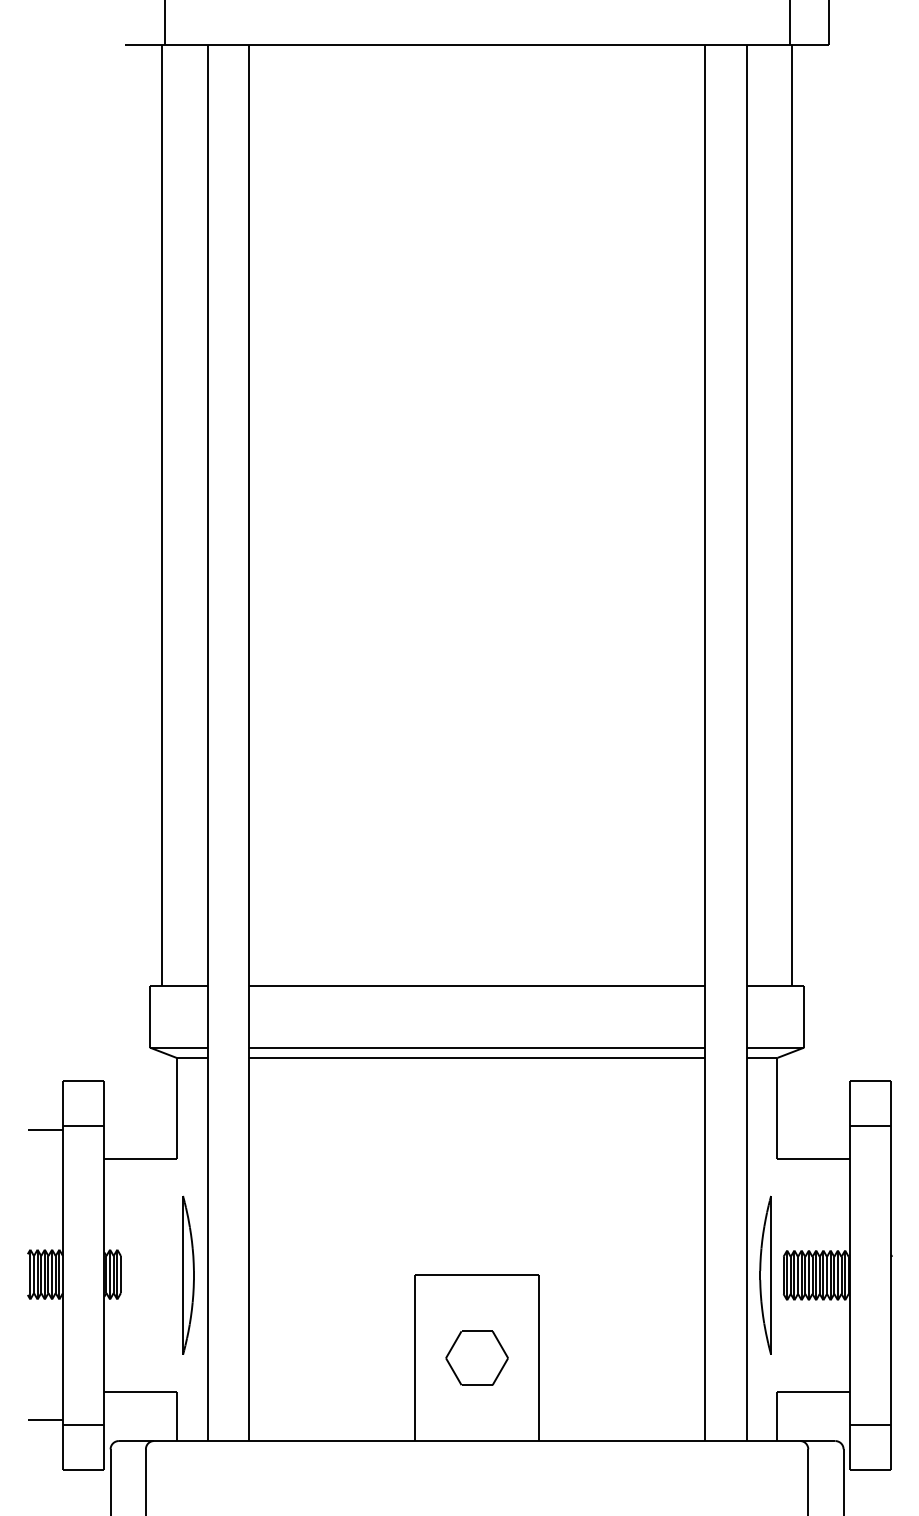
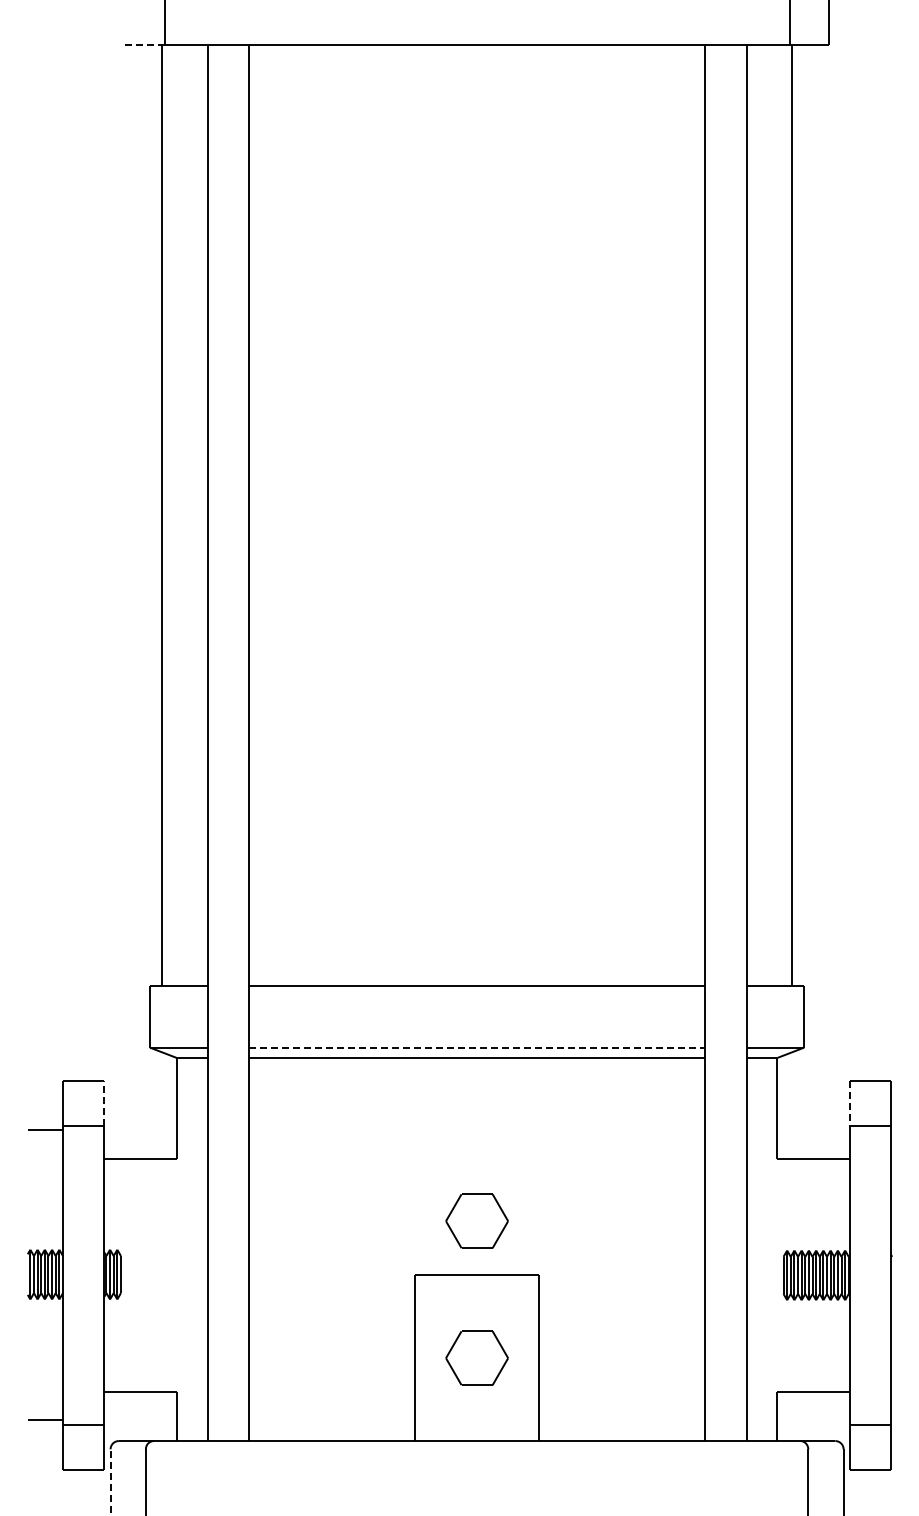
line at (144, 45): solid -> dashed
line at (477, 1047): solid -> dashed
line at (104, 1103): solid -> dashed
line at (849, 1103): solid -> dashed
part at (476, 1220): none -> present
part at (188, 1274): present -> none
part at (765, 1274): present -> none
line at (110, 1482): solid -> dashed
